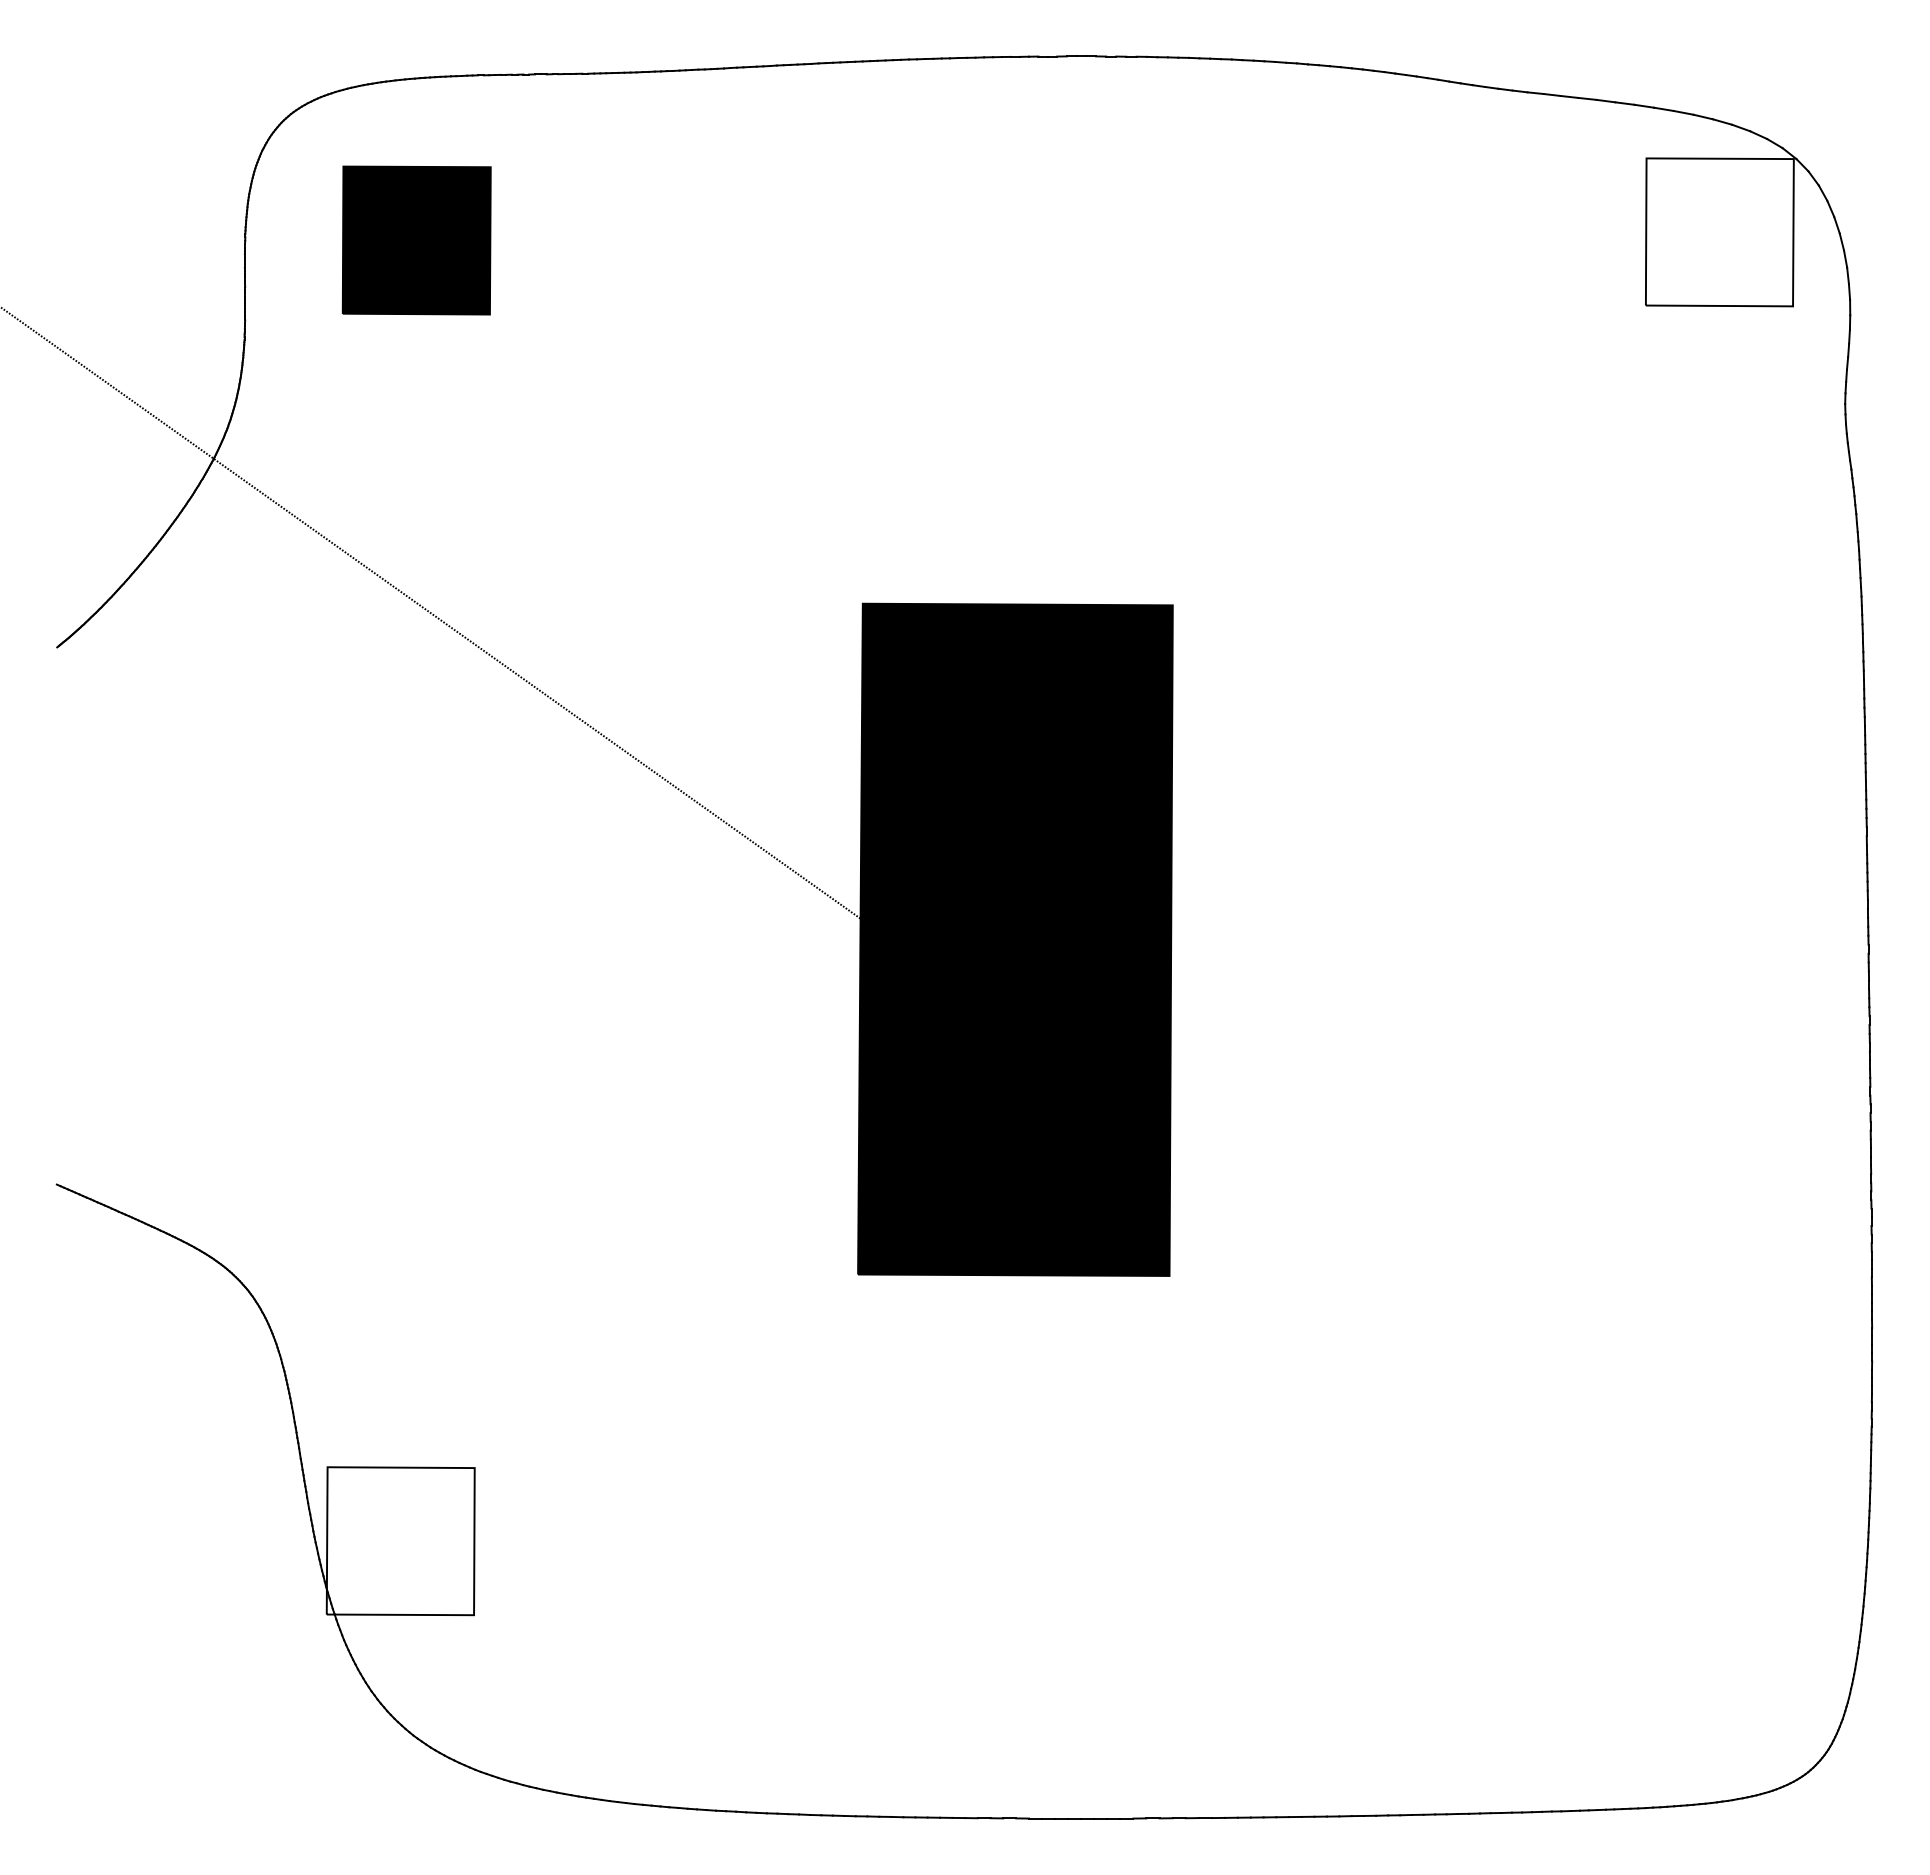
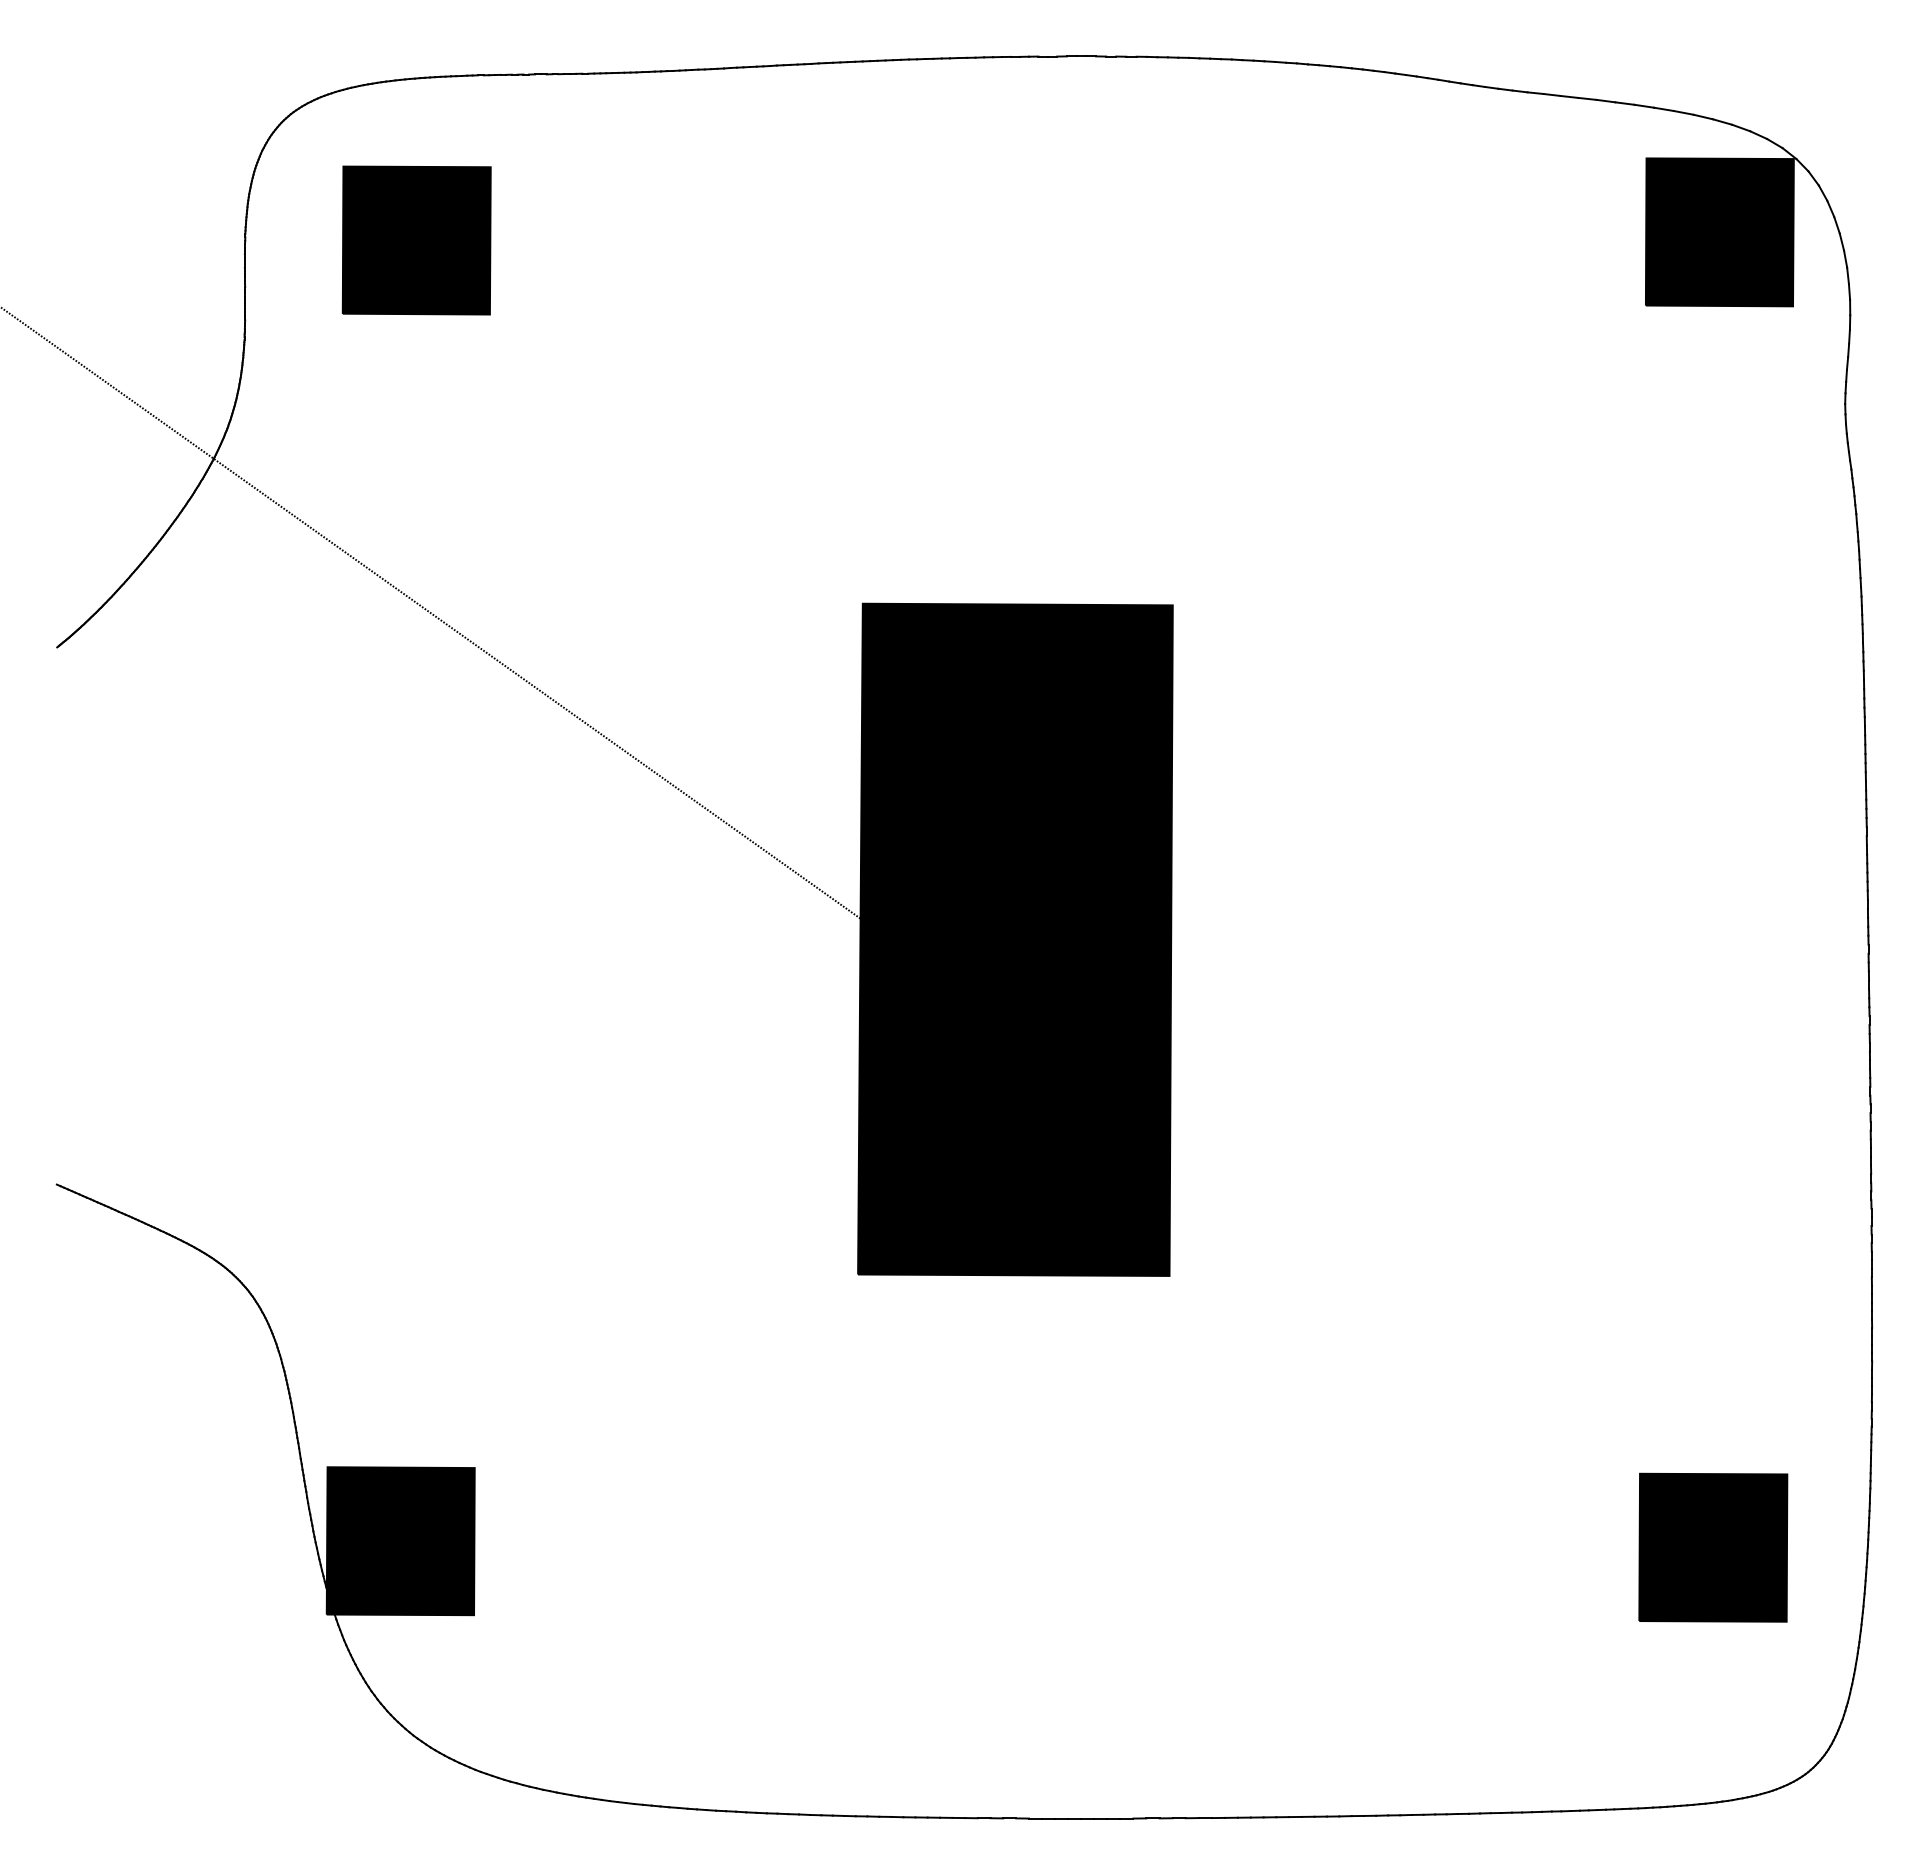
fill at (1719, 232): none -> present
fill at (400, 1541): none -> present
part at (1713, 1547): none -> present
